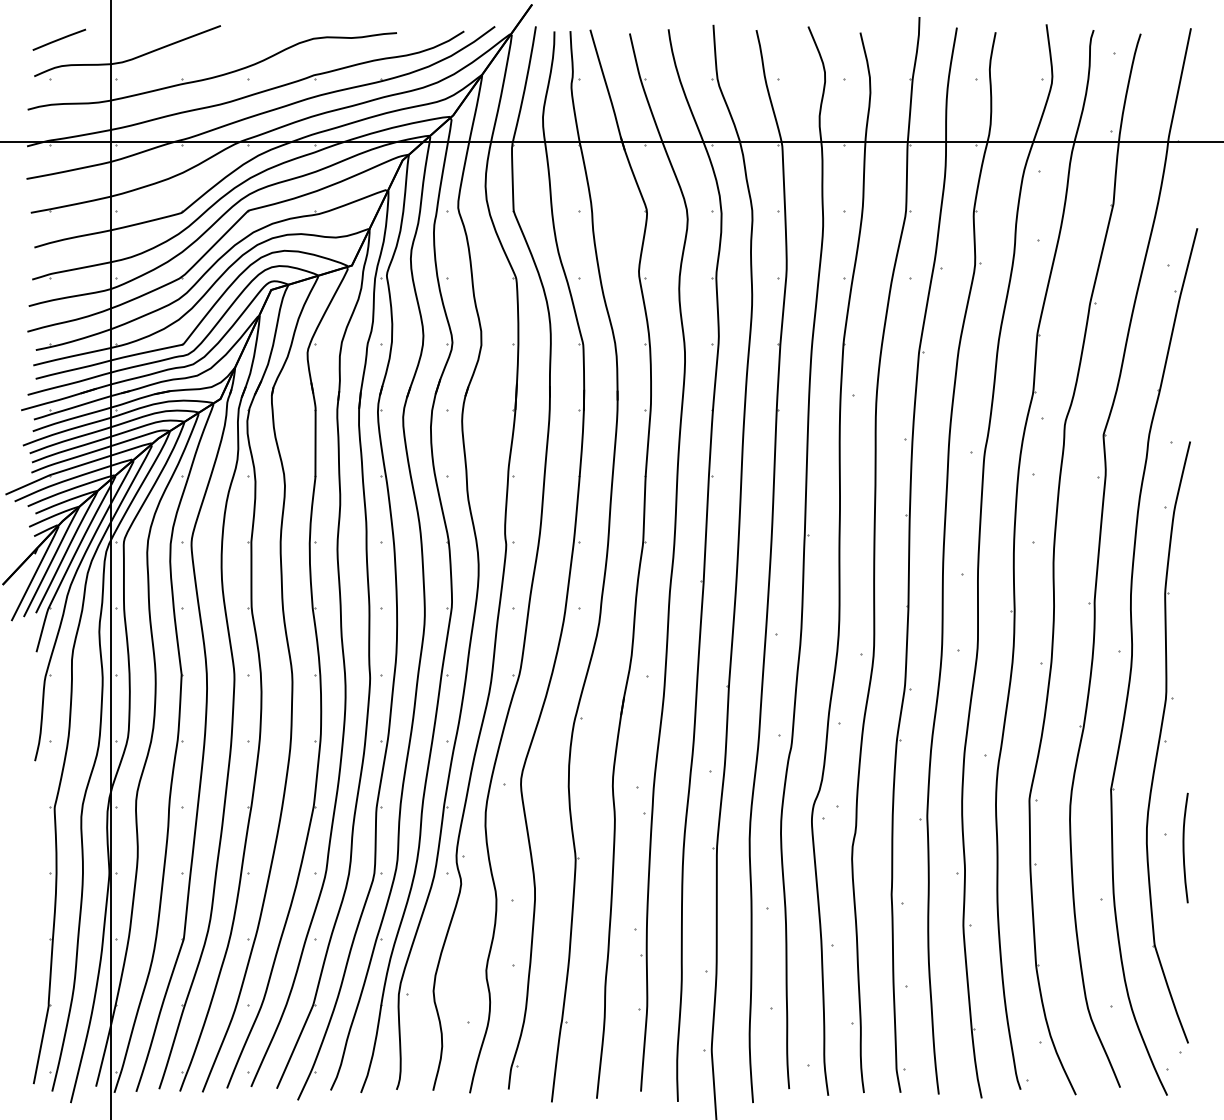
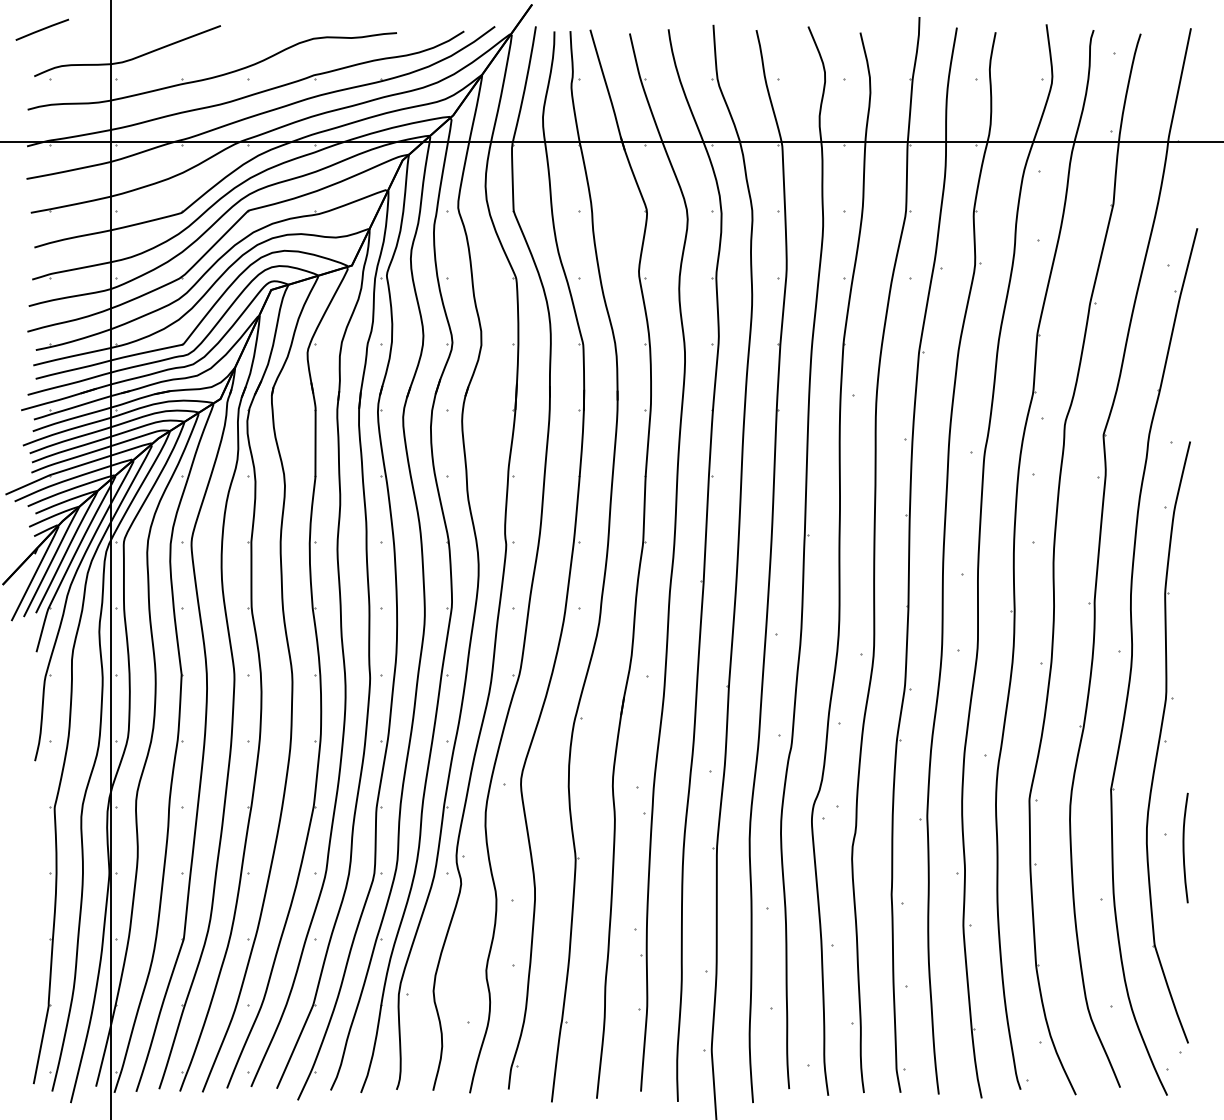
line at (59, 39) position: (59, 39) -> (42, 29)
